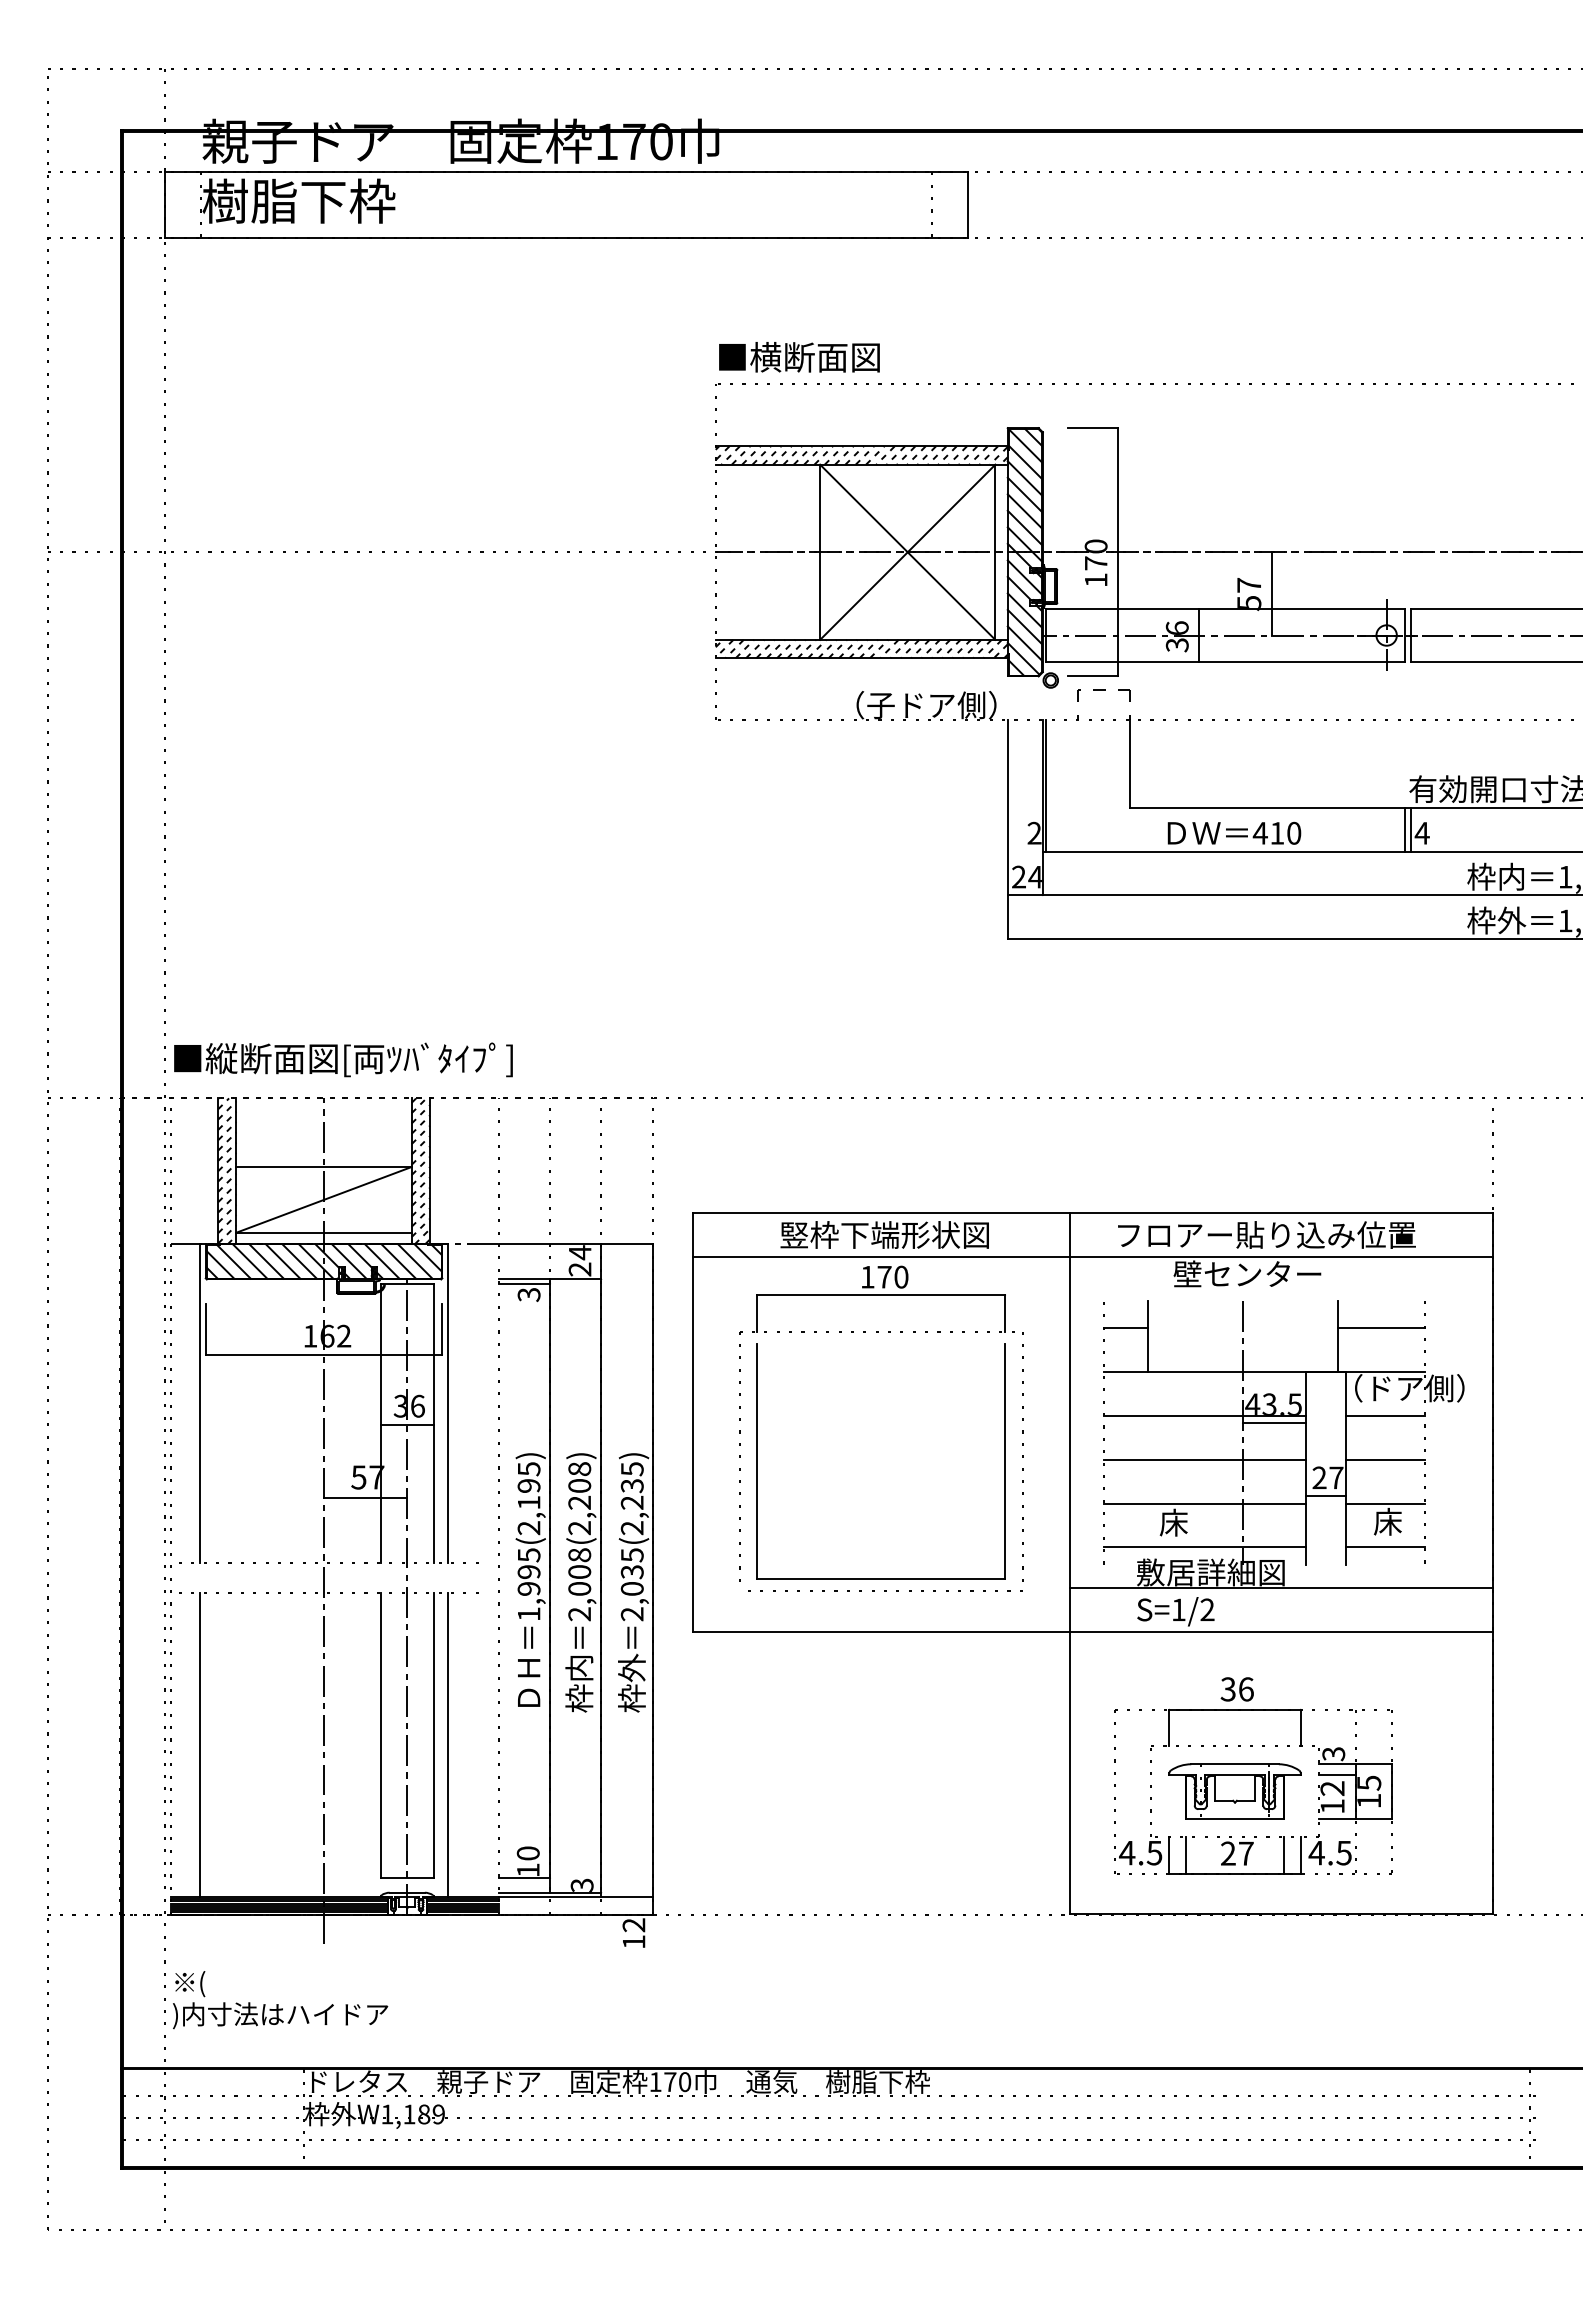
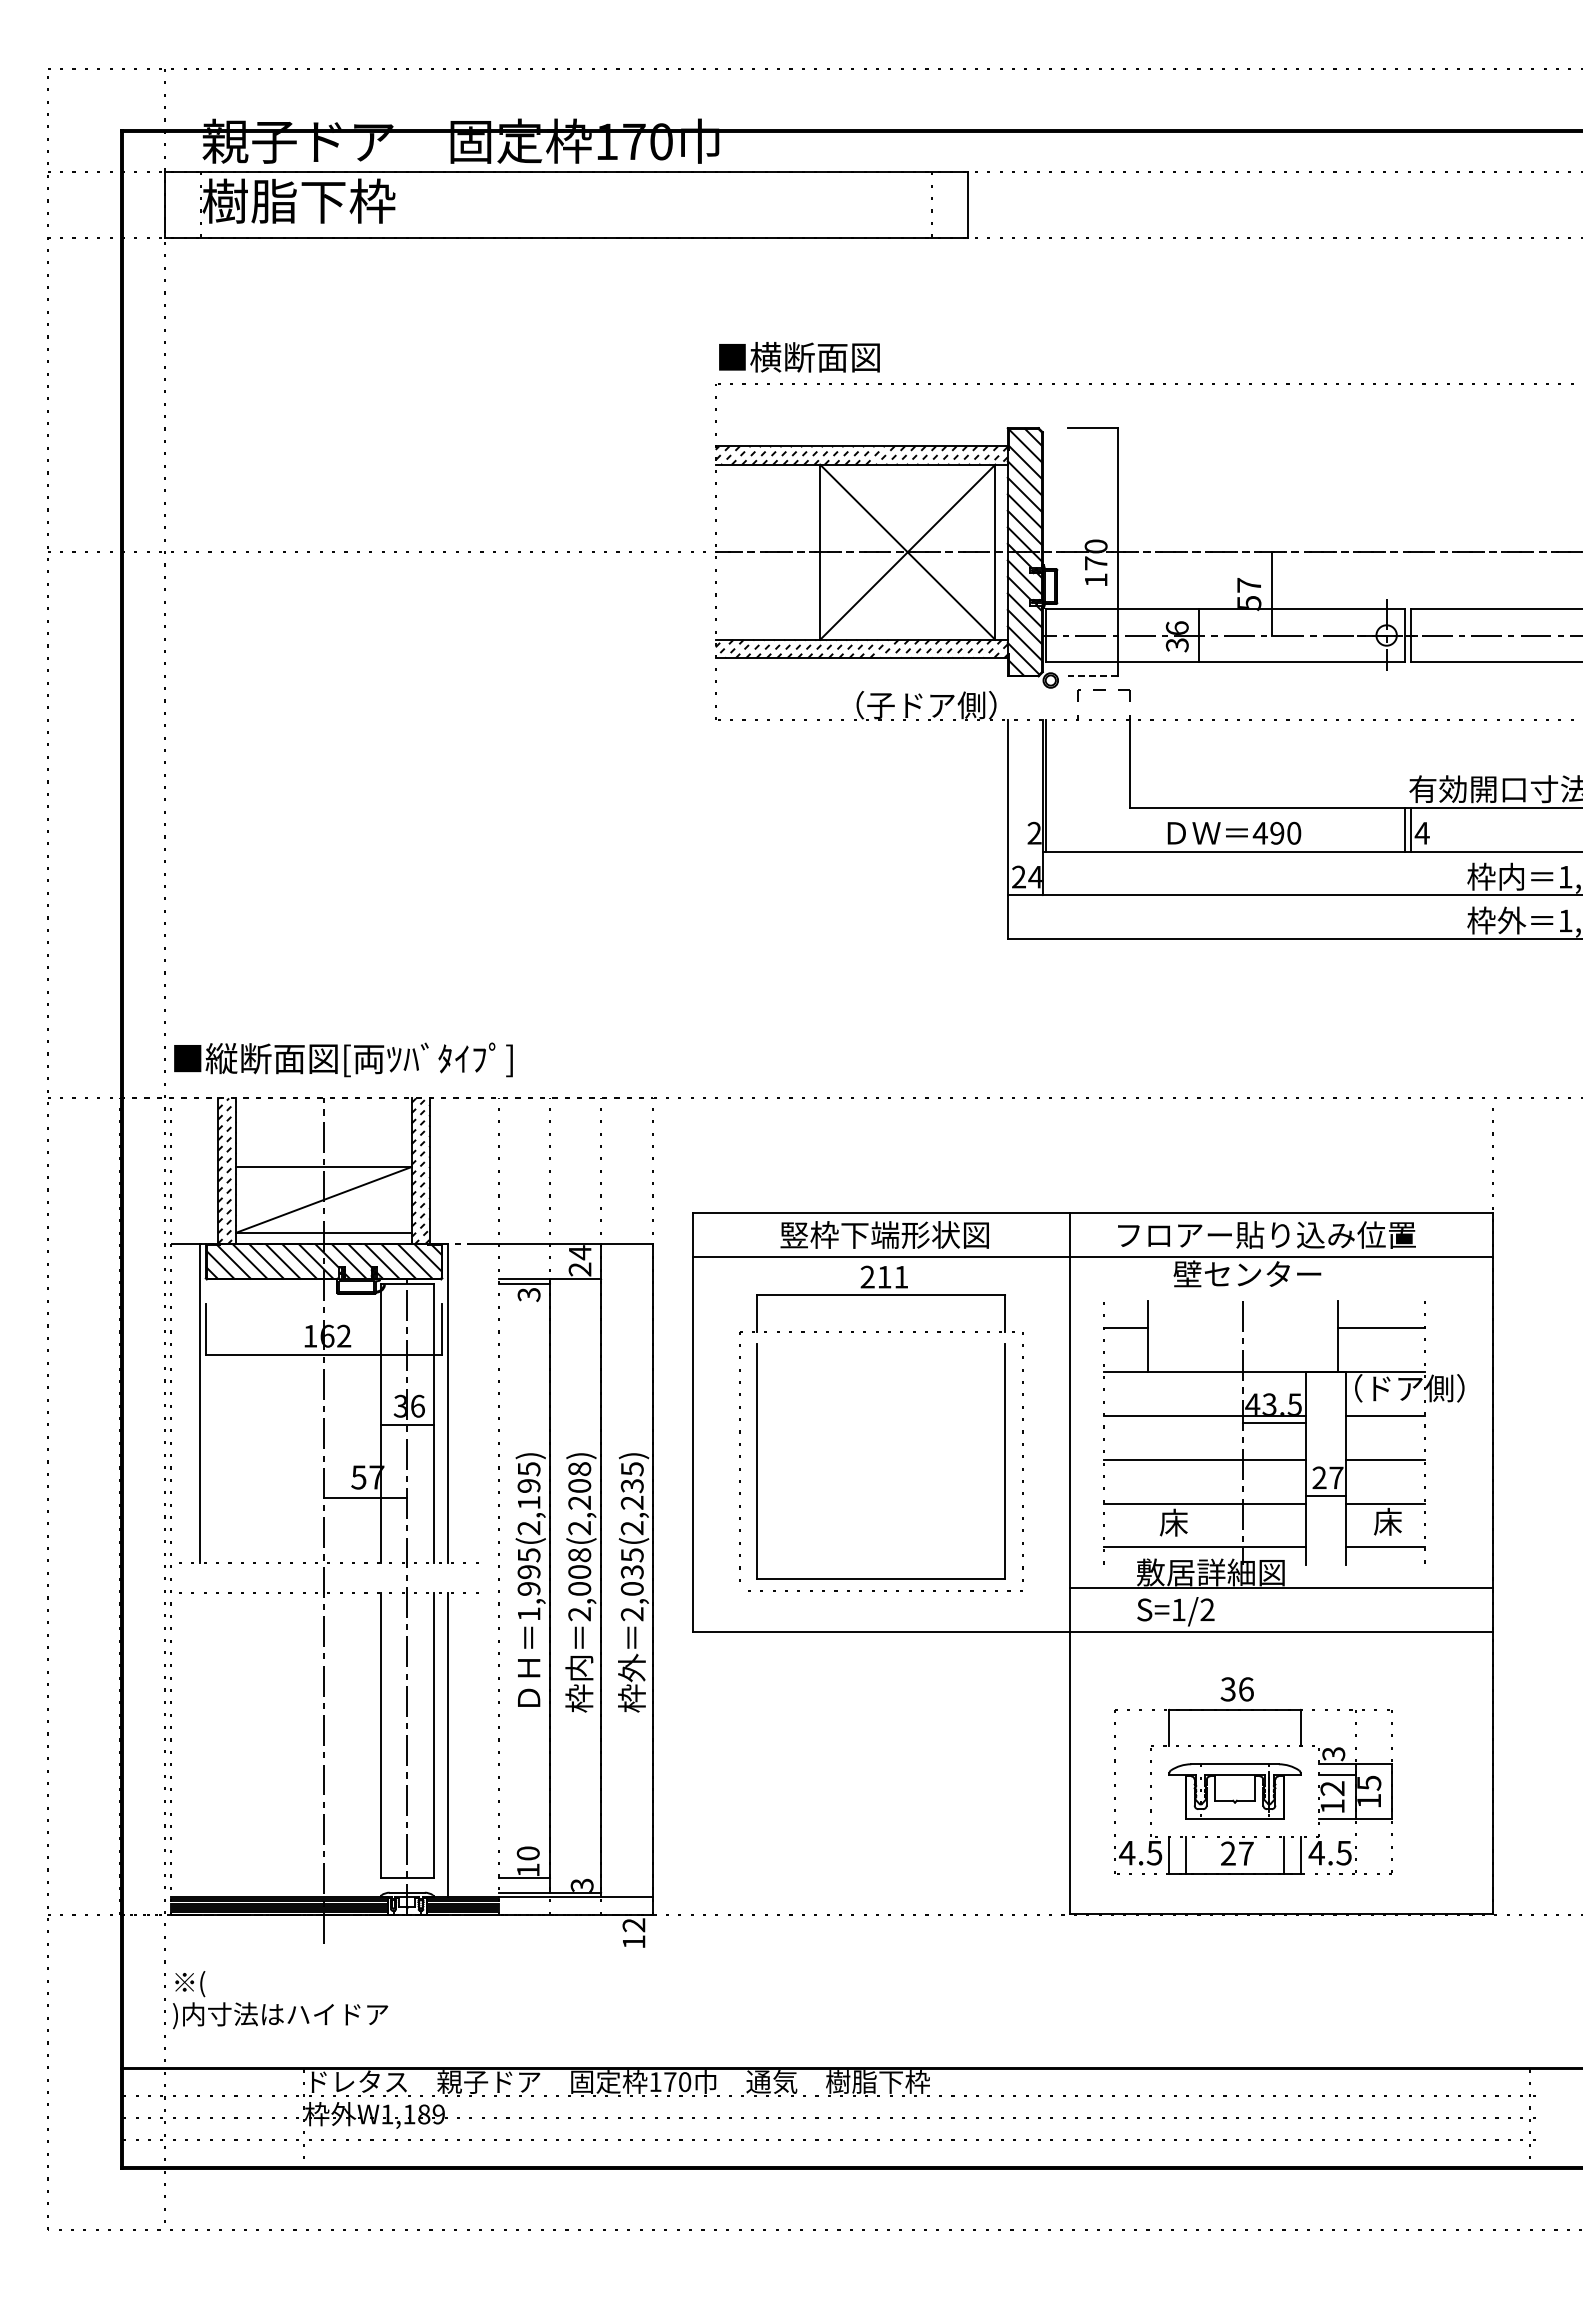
line at (1092, 676): solid -> dashed
text at (1277, 832): 410 -> 490
text at (884, 1276): 170 -> 211
line at (199, 1744): present -> none
